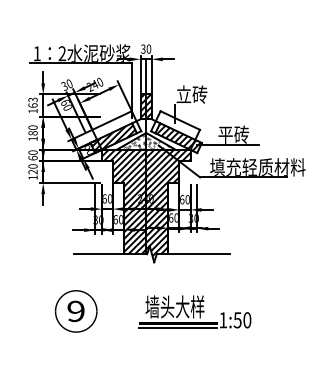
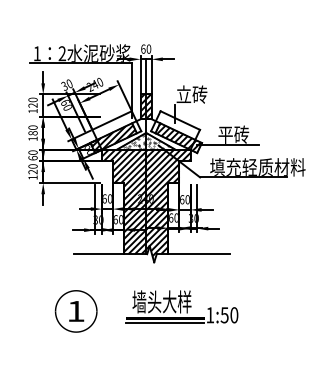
text at (143, 48): 30 -> 60
text at (32, 102): 163 -> 120
text at (75, 311): 9 -> 1
part at (194, 311) position: (194, 311) -> (181, 306)
